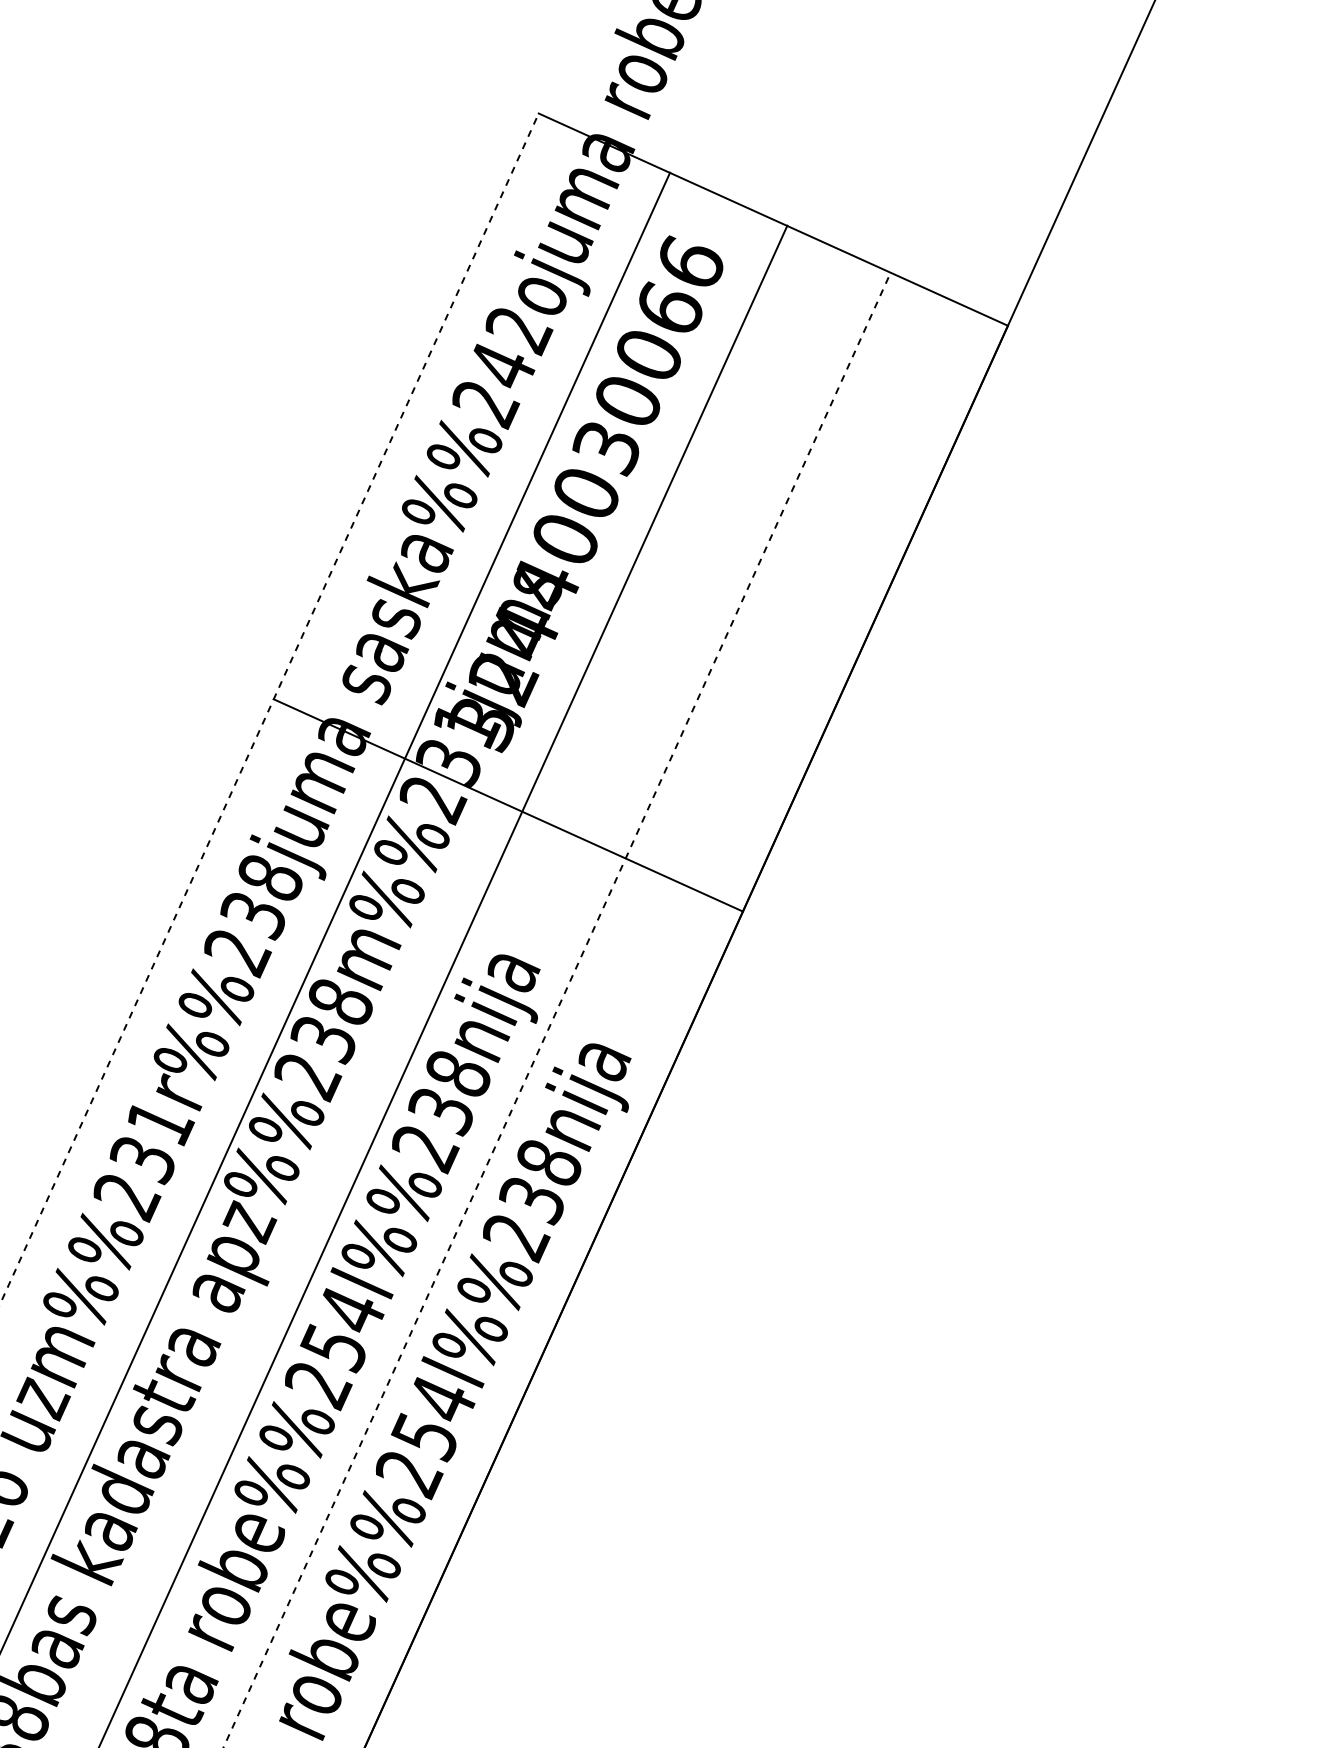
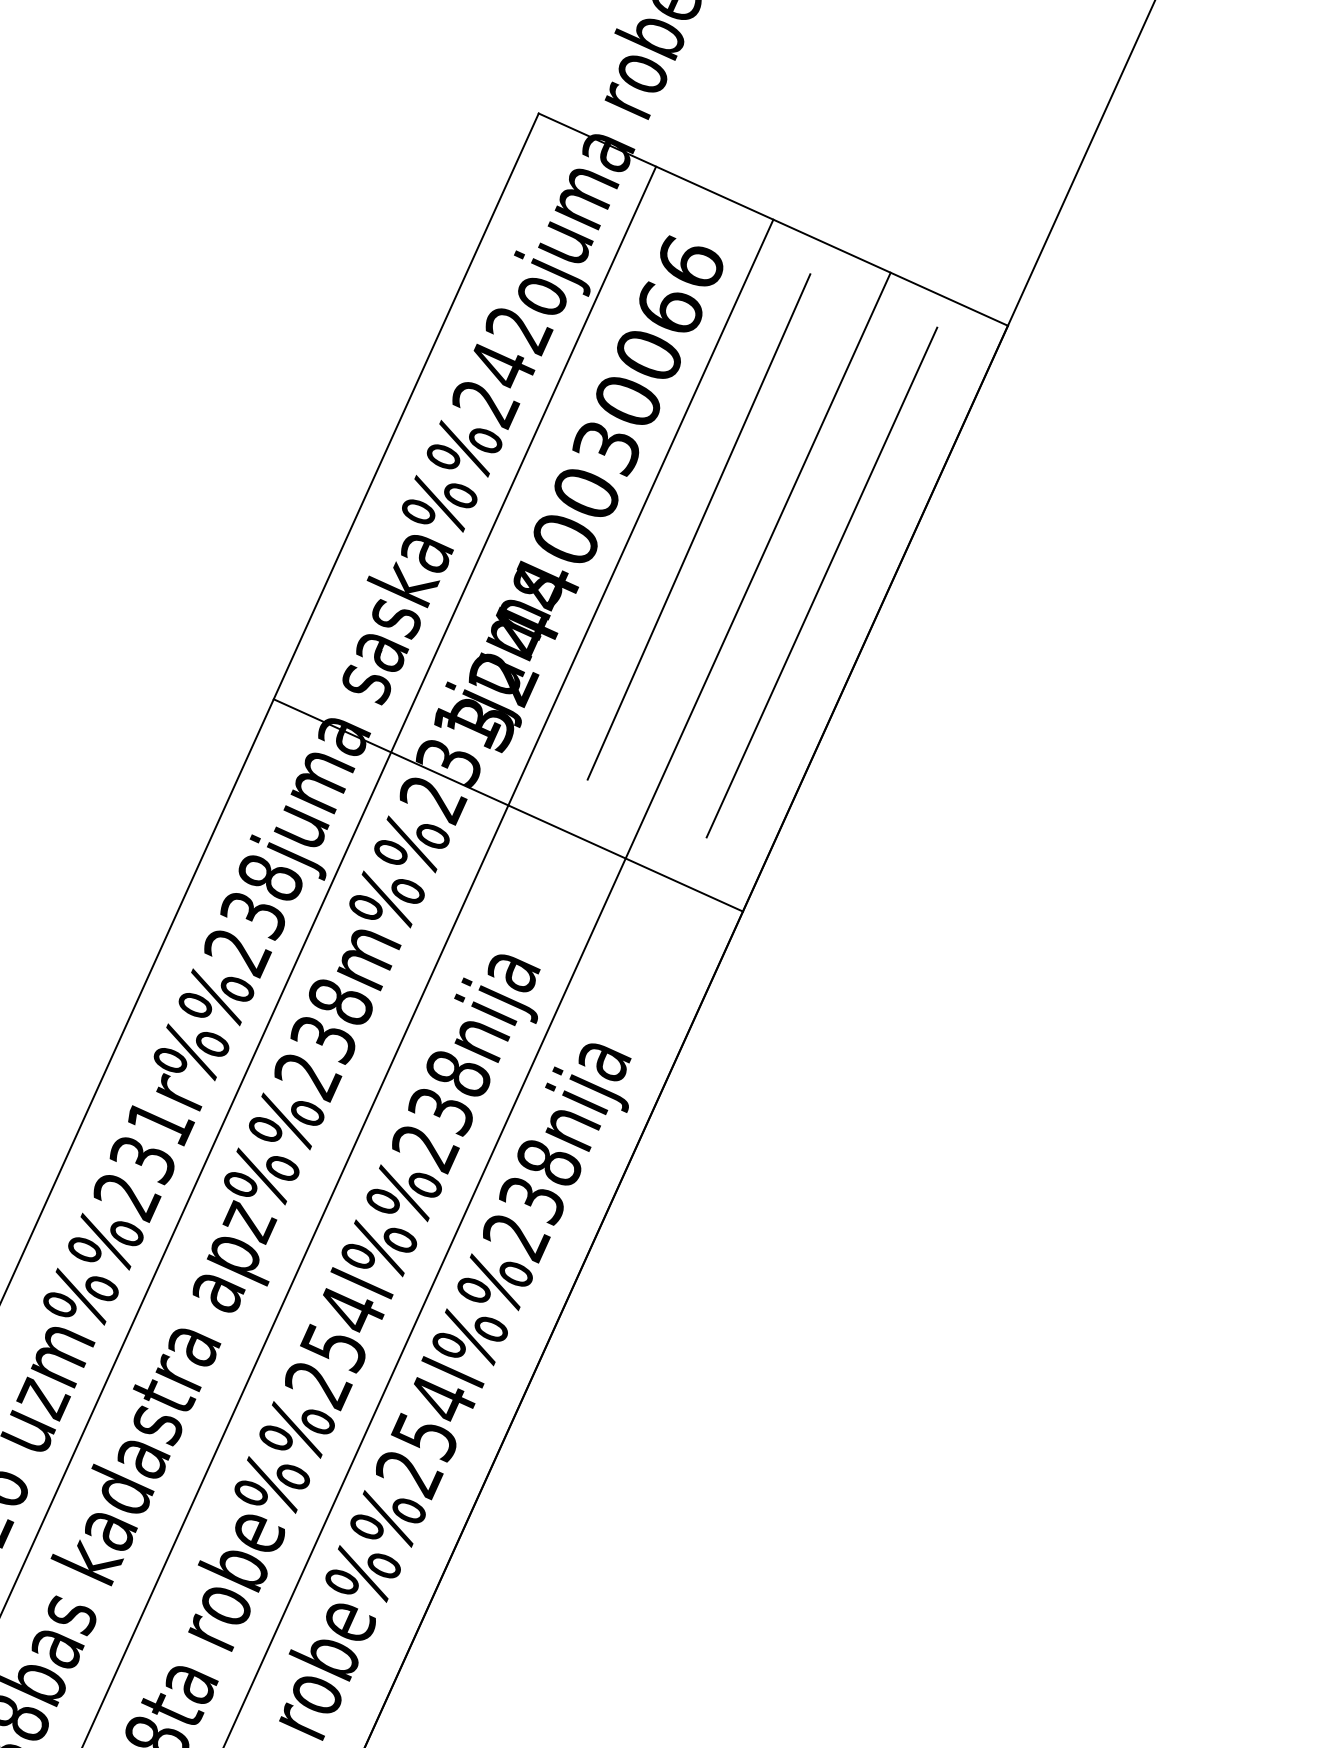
line at (698, 526): none -> present
line at (821, 582): none -> present
line at (269, 708): dashed -> solid
line at (336, 910) position: (336, 910) -> (329, 889)
line at (443, 984) position: (443, 984) -> (428, 981)
line at (557, 1009): dashed -> solid
